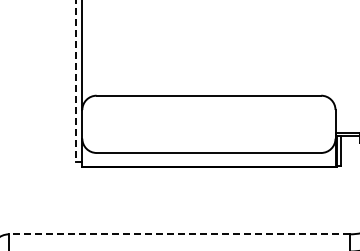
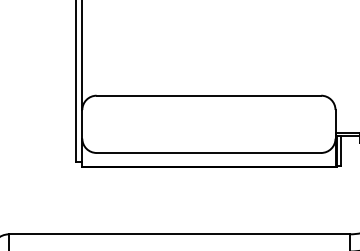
line at (75, 81): dashed -> solid
line at (178, 234): dashed -> solid
